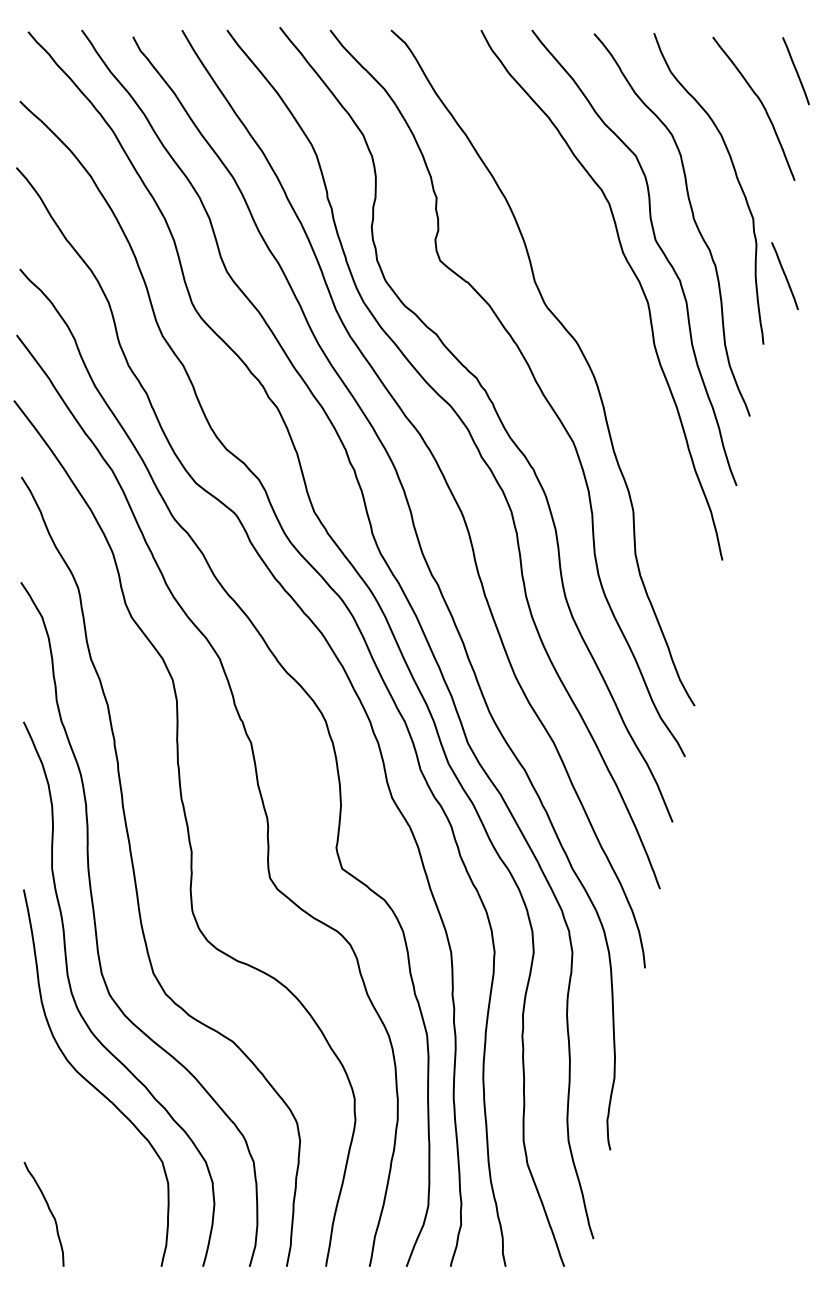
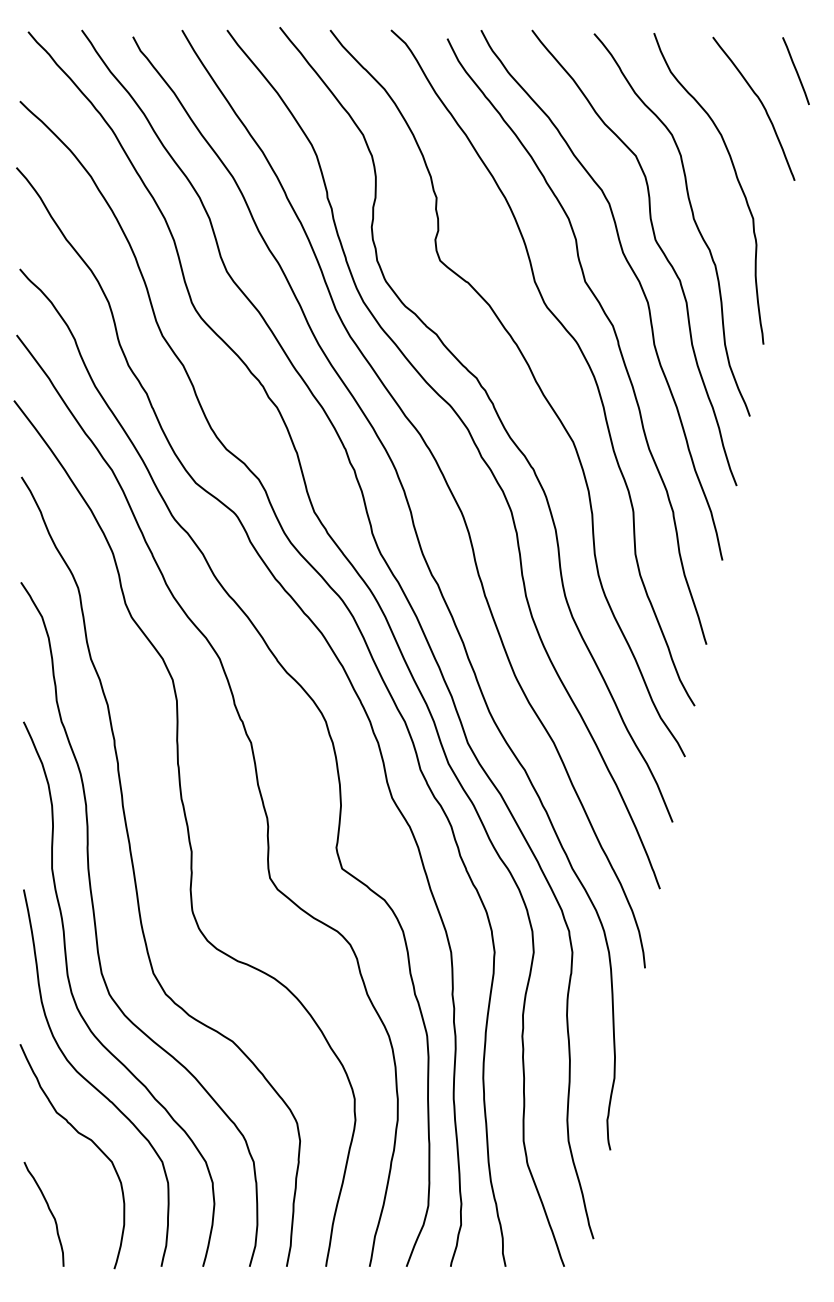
line at (784, 276): present -> none
curve at (607, 319): none -> present
curve at (82, 1136): none -> present
